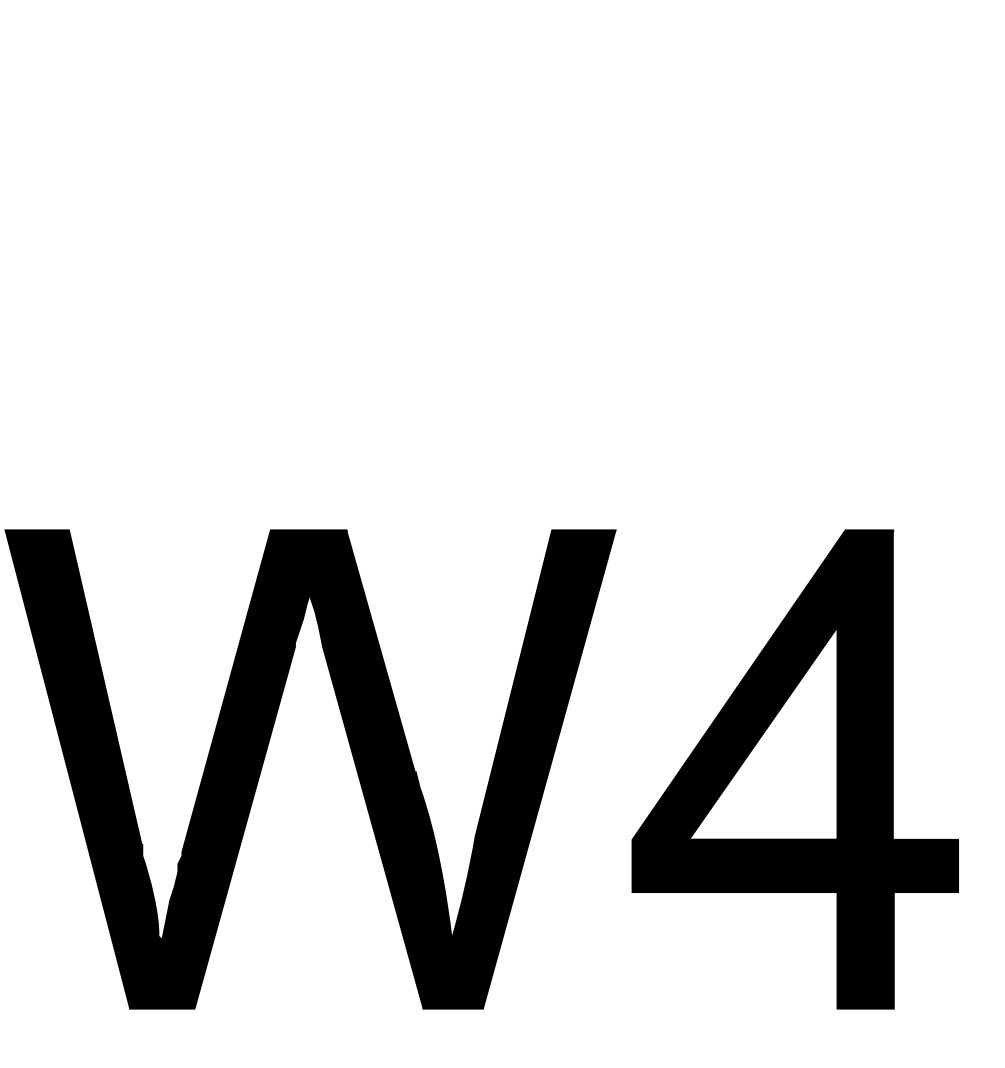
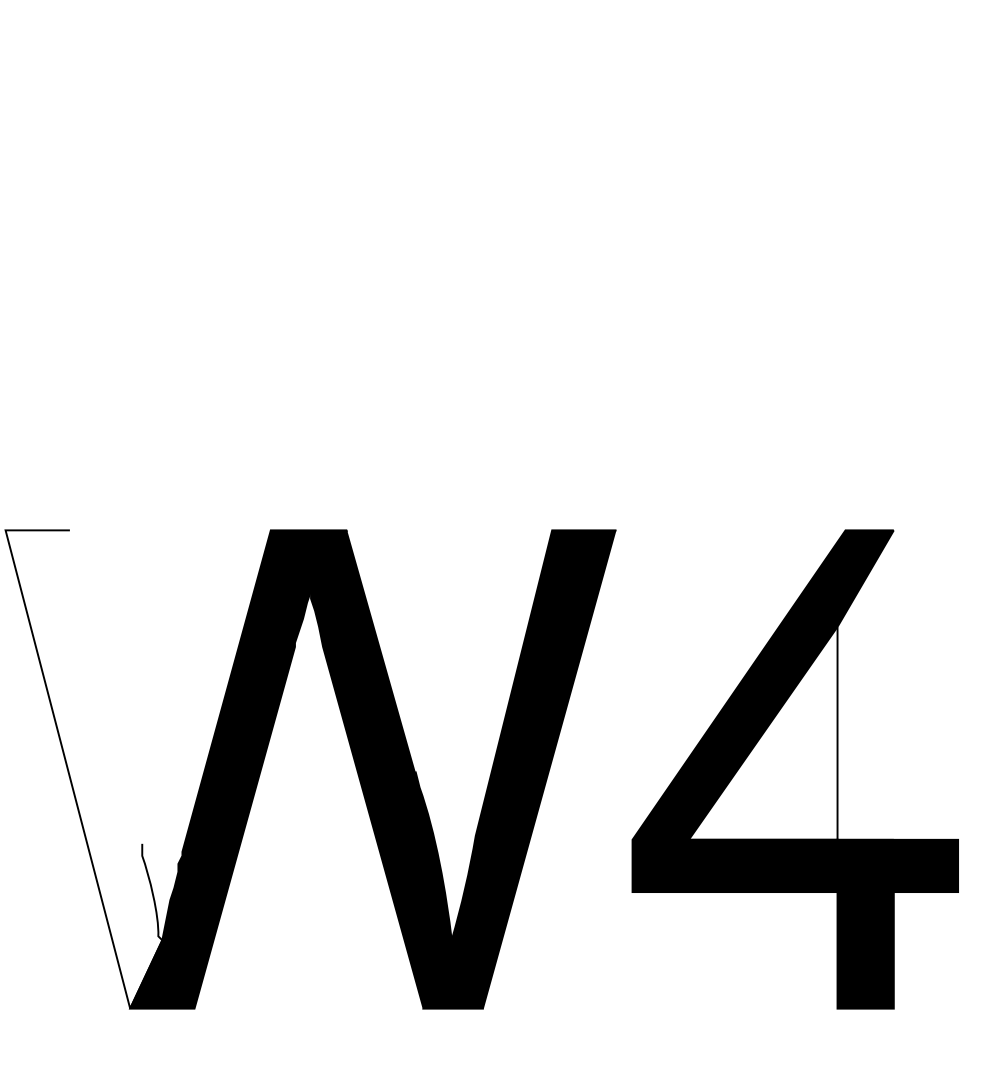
fill at (790, 684): present -> none
fill at (83, 769): present -> none
